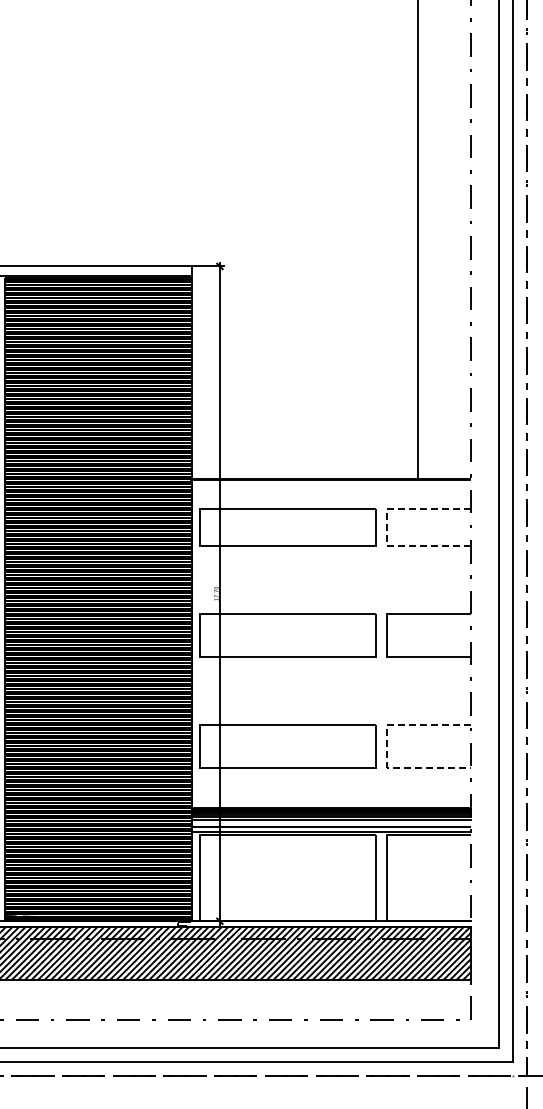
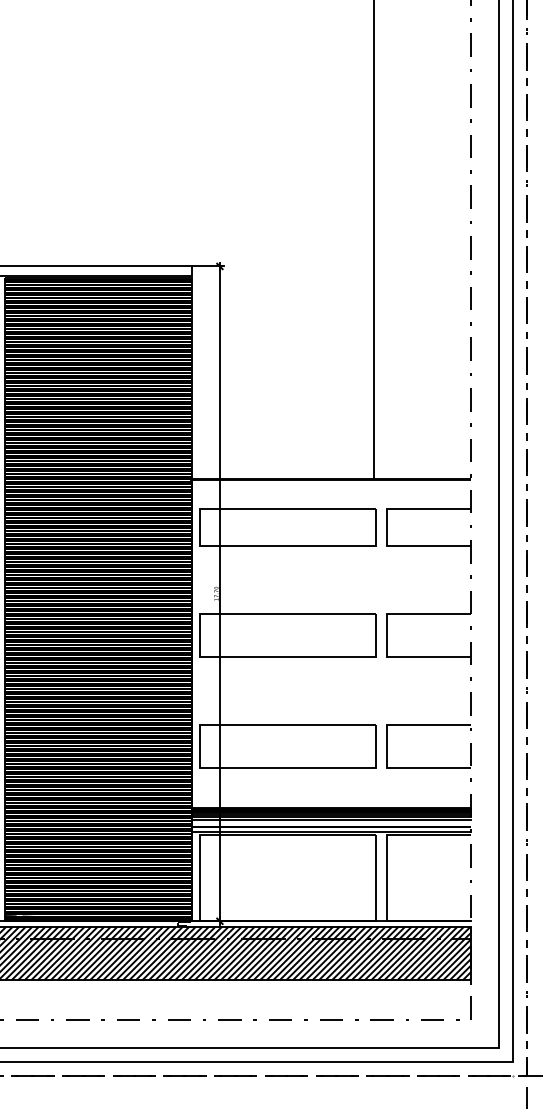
line at (418, 240) position: (418, 240) -> (374, 240)
line at (387, 527): dashed -> solid
line at (387, 746): dashed -> solid
